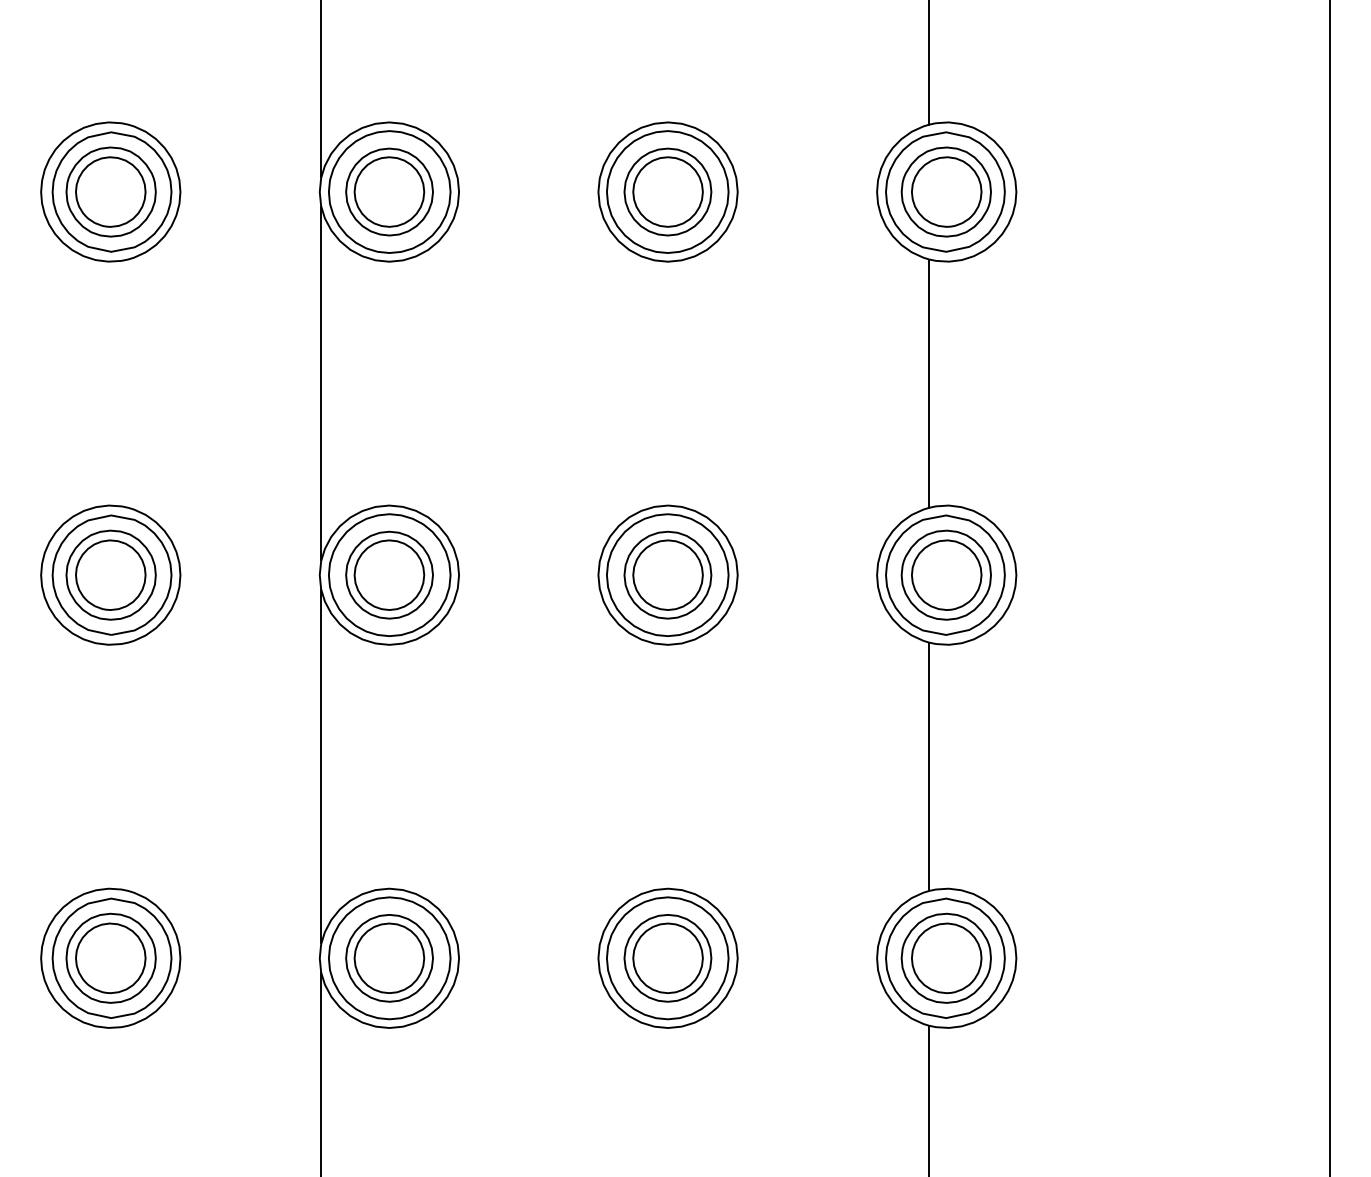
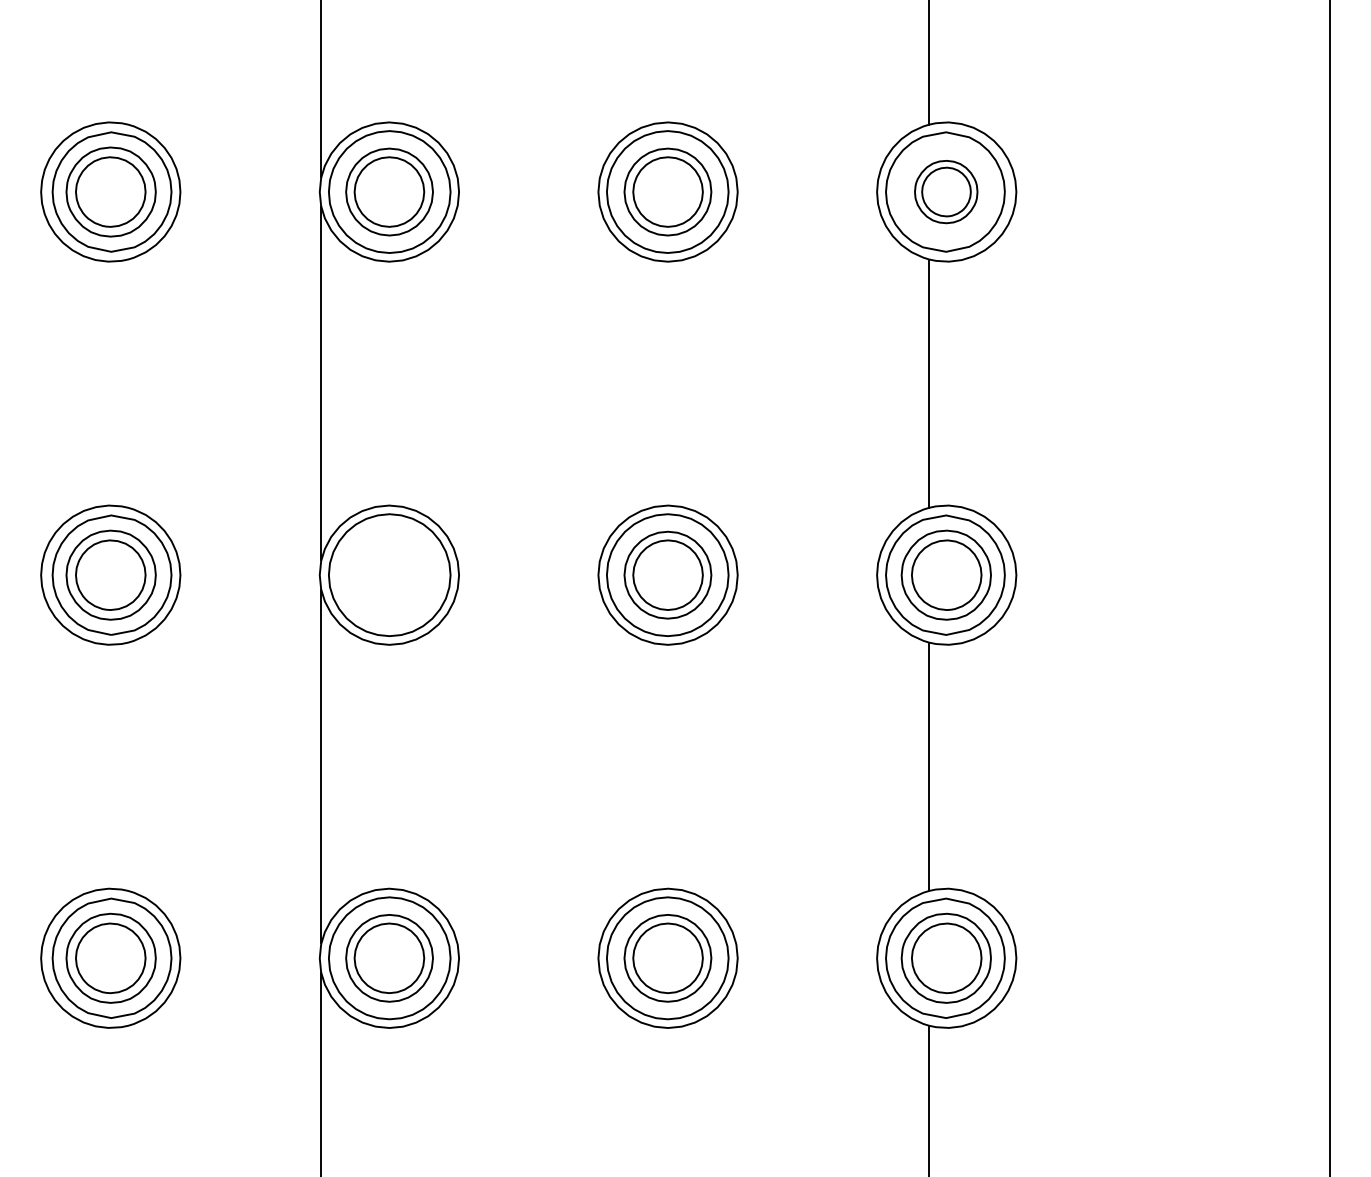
part at (945, 191) size: 92x92 px -> 65x65 px
part at (389, 574): present -> none
